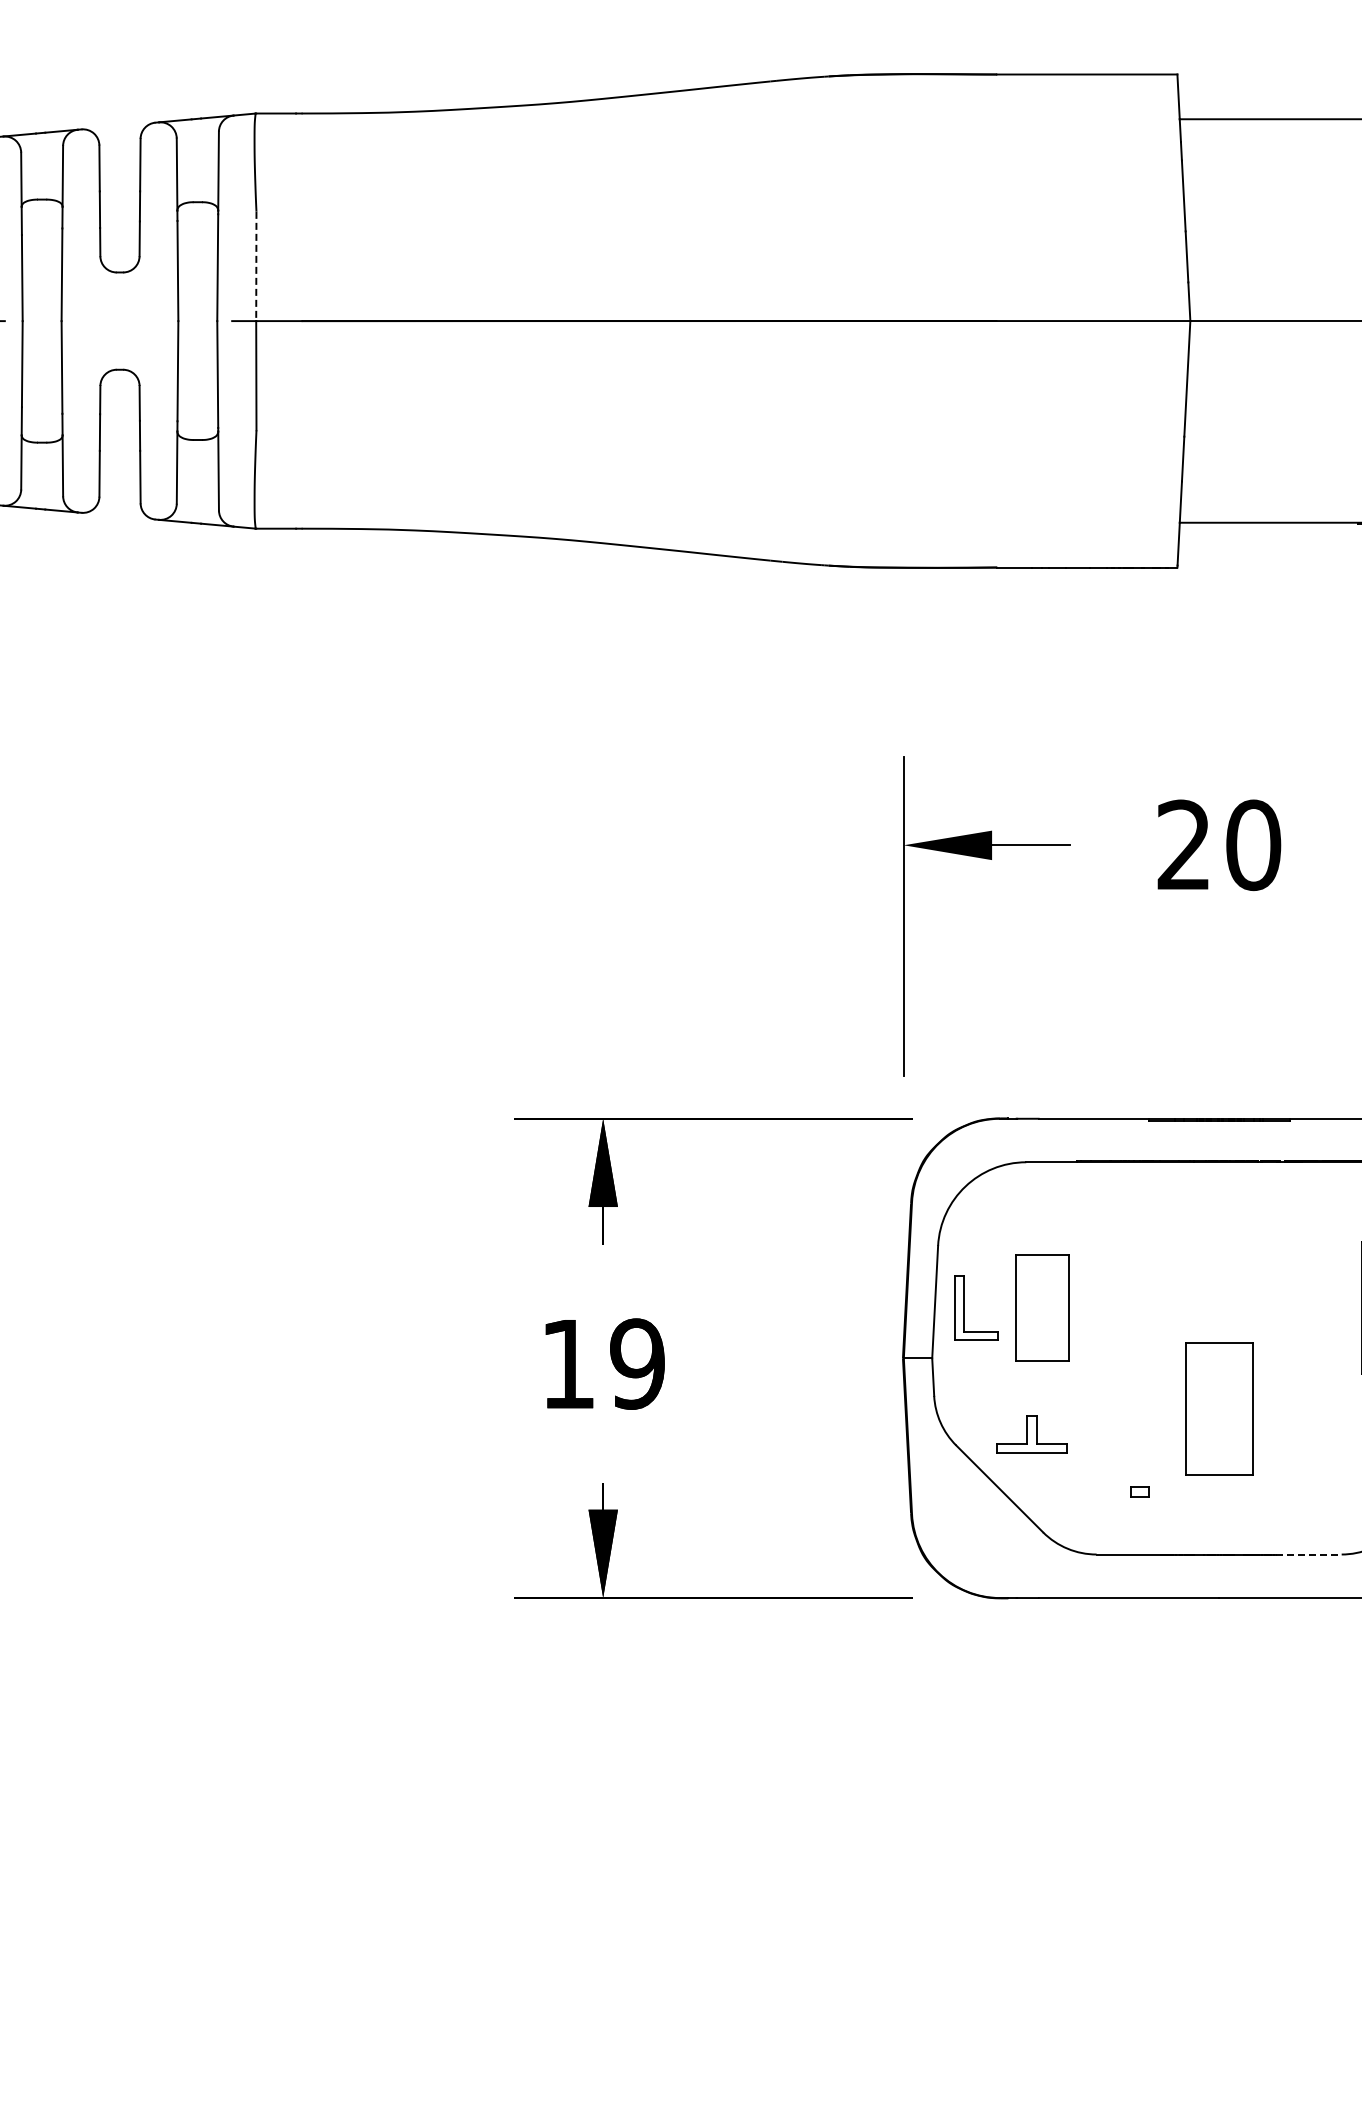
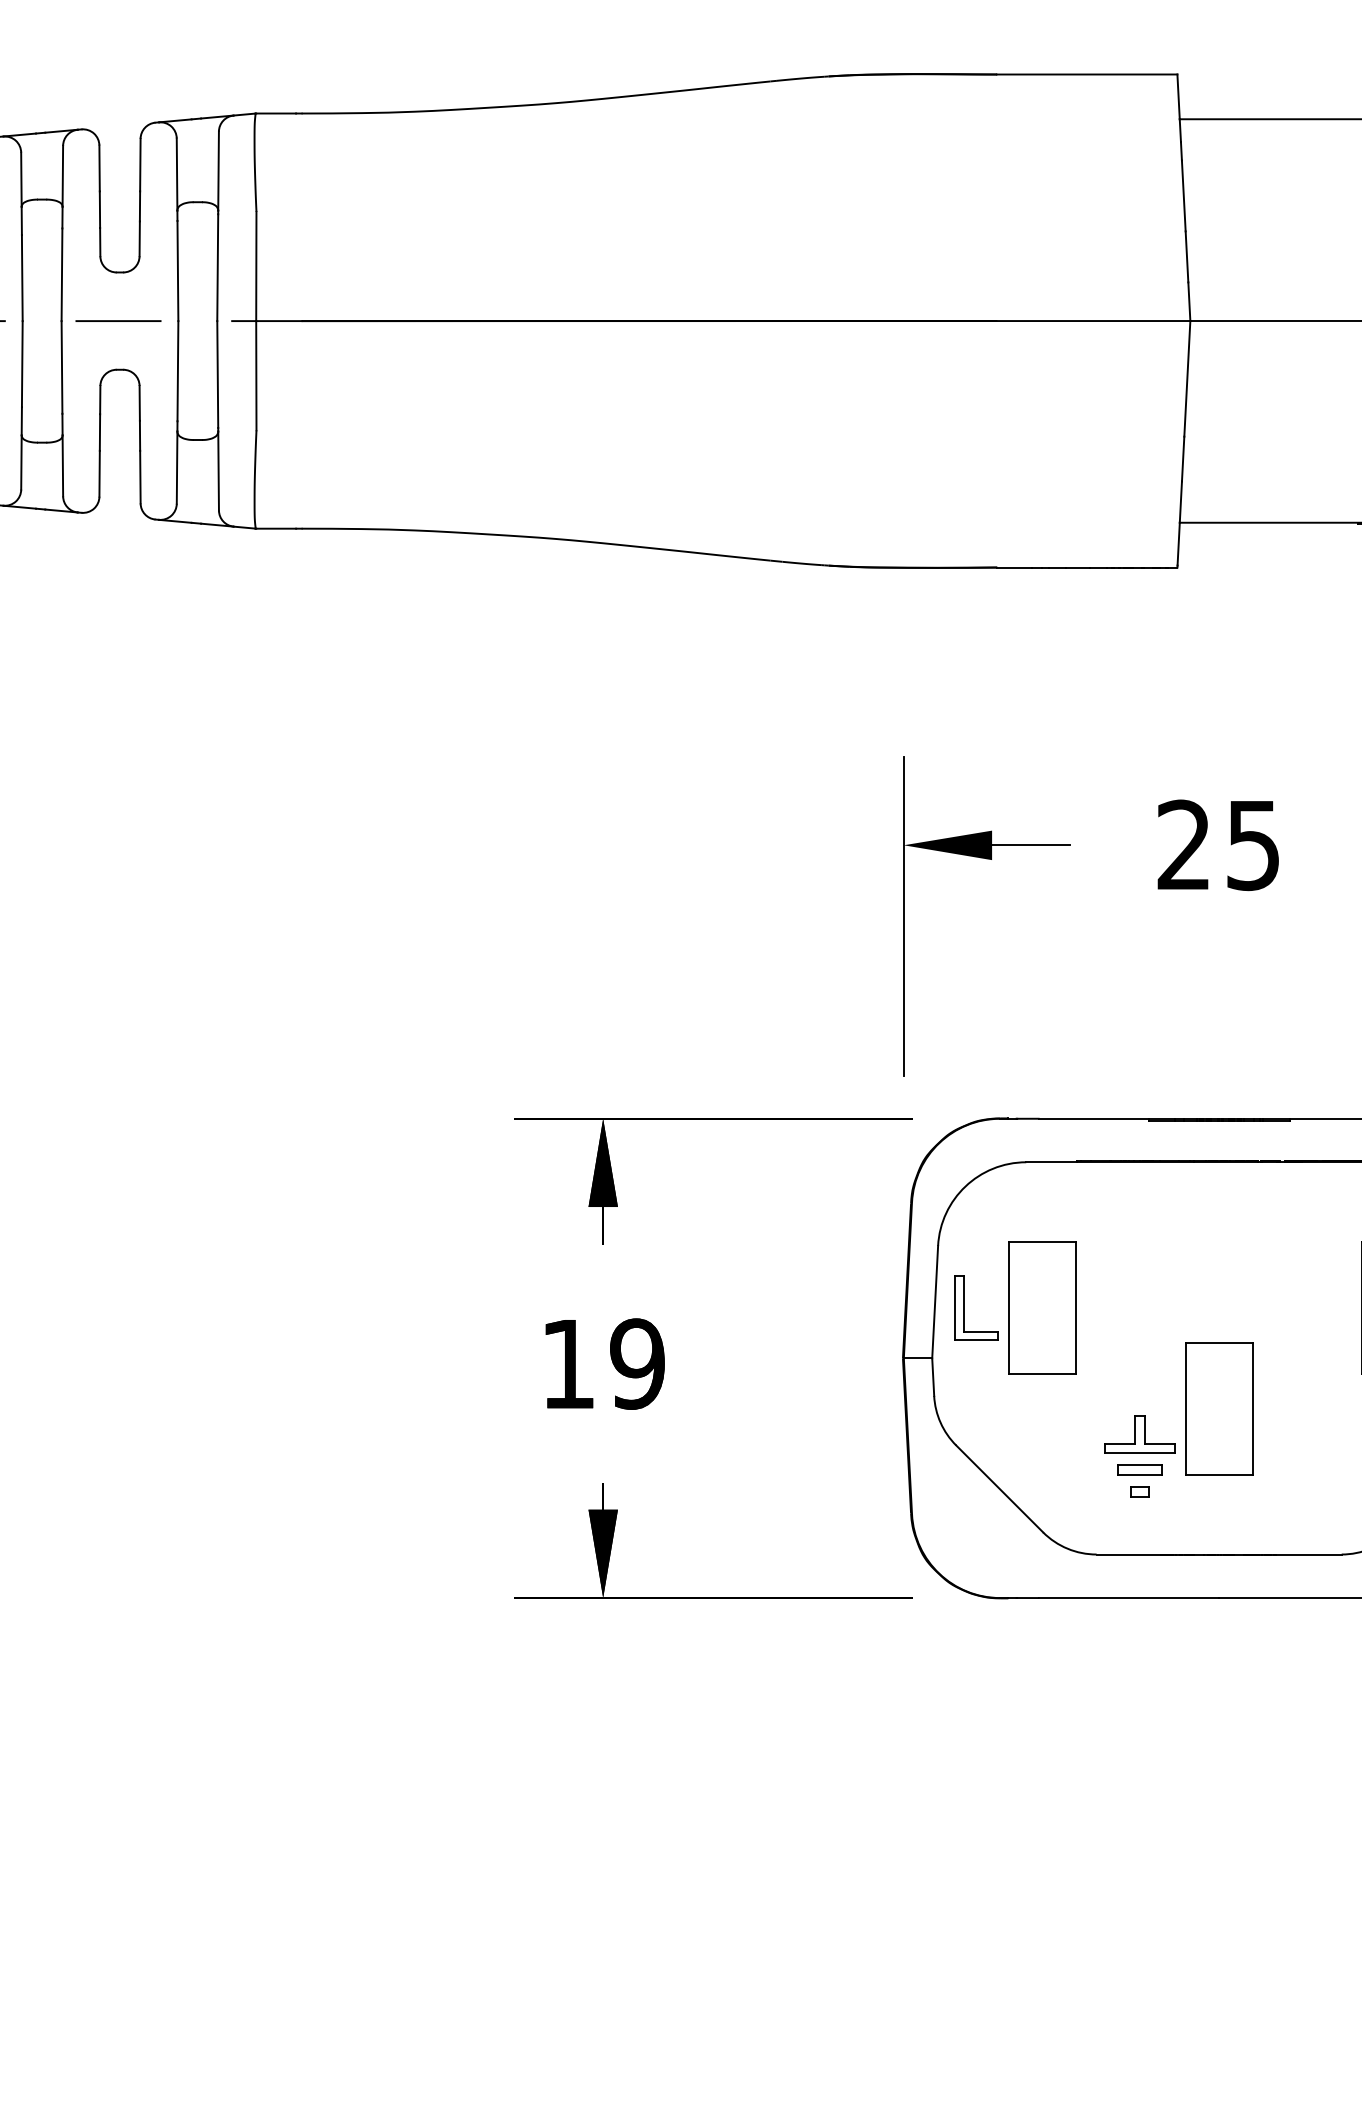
line at (256, 266): dashed -> solid
line at (118, 320): none -> present
text at (1253, 845): 20 -> 25
part at (1042, 1307) size: 55x108 px -> 69x134 px
part at (1031, 1434) position: (1031, 1434) -> (1139, 1434)
part at (1139, 1469): none -> present
line at (1308, 1554): dashed -> solid
